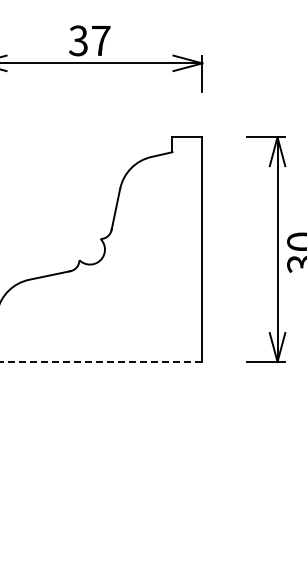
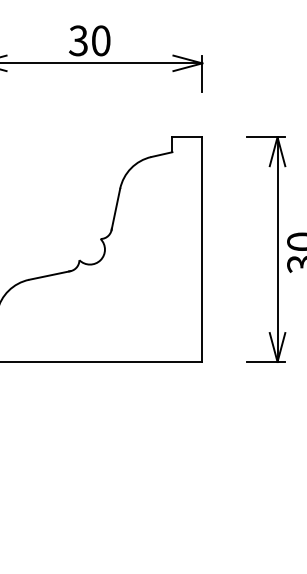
text at (101, 40): 37 -> 30
line at (101, 361): dashed -> solid
